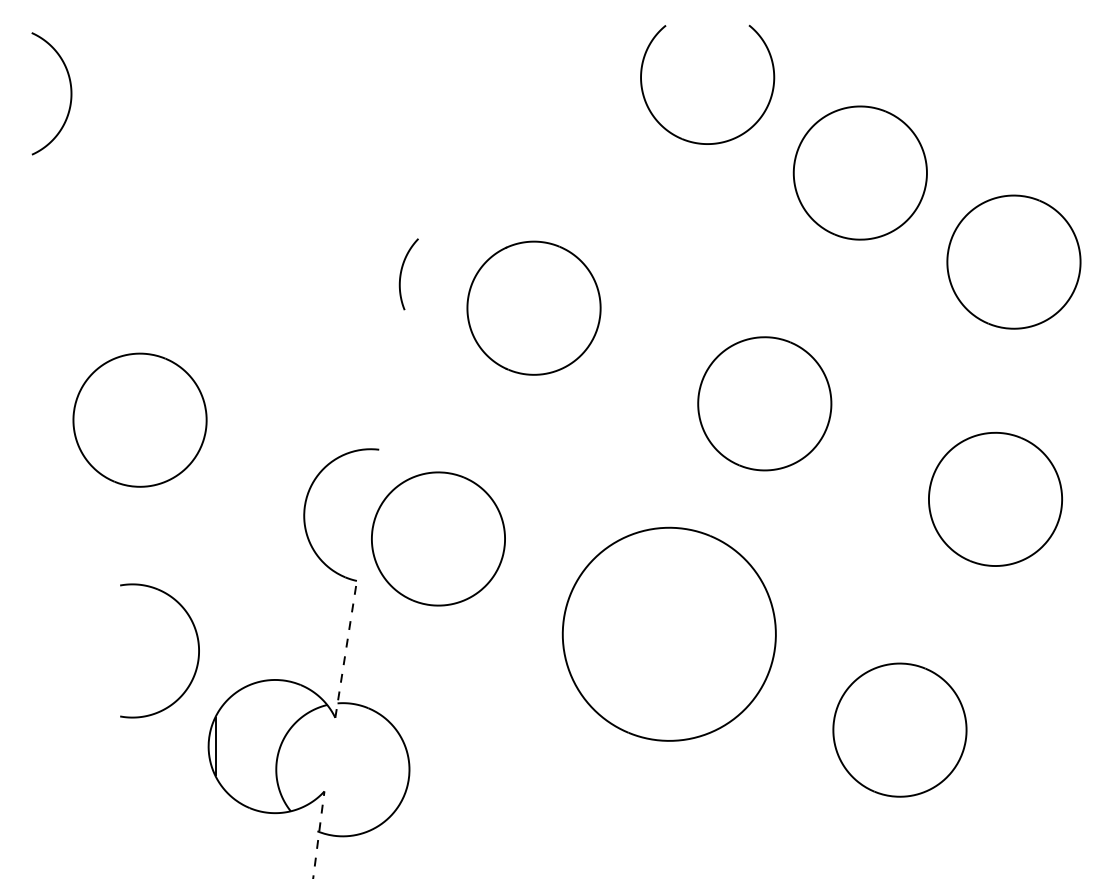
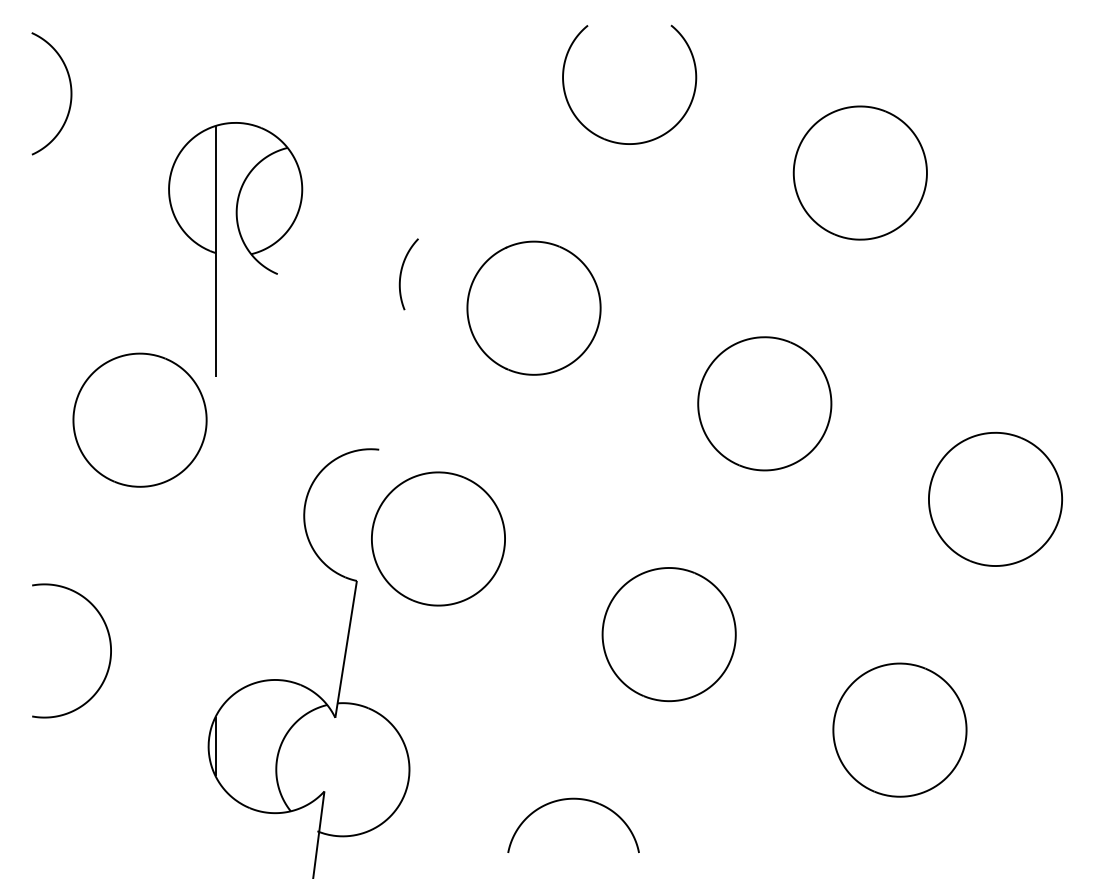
part at (701, 142) position: (701, 142) -> (623, 142)
part at (243, 244): none -> present
part at (1013, 261): present -> none
part at (668, 633) size: 216x216 px -> 136x136 px
part at (197, 644) position: (197, 644) -> (109, 644)
line at (346, 648): dashed -> solid
part at (573, 799): none -> present
line at (318, 834): dashed -> solid
